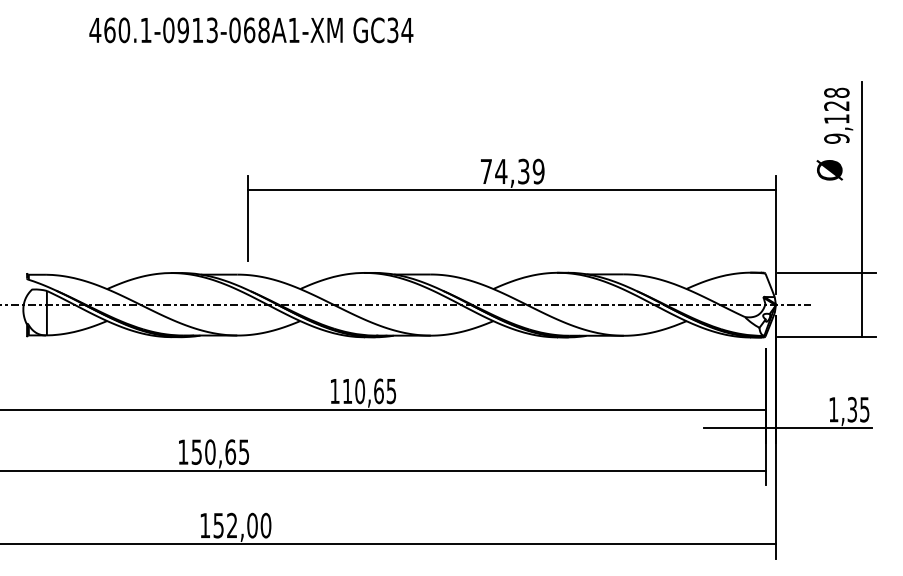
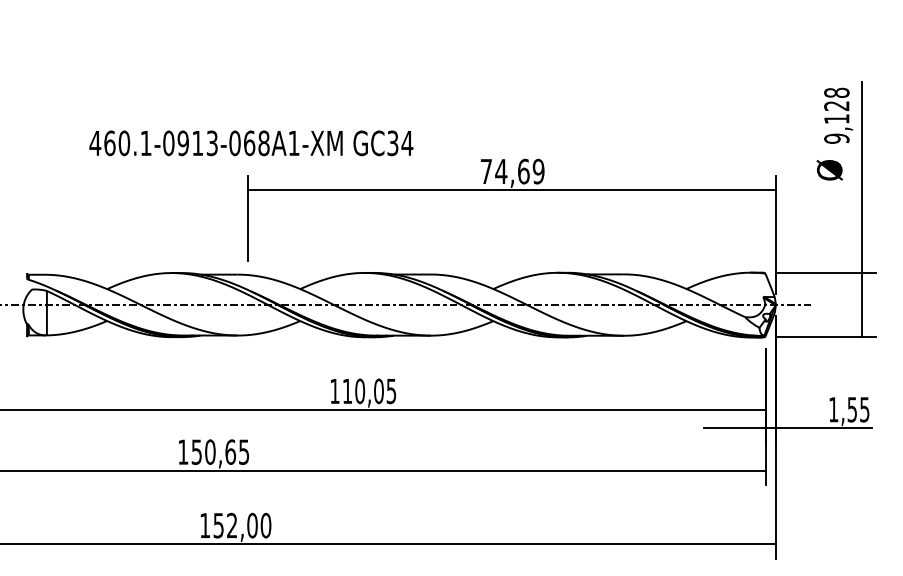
text at (251, 30) position: (251, 30) -> (251, 143)
text at (523, 171): 74,39 -> 74,69
text at (378, 390): 110,65 -> 110,05
text at (852, 409): 1,35 -> 1,55
